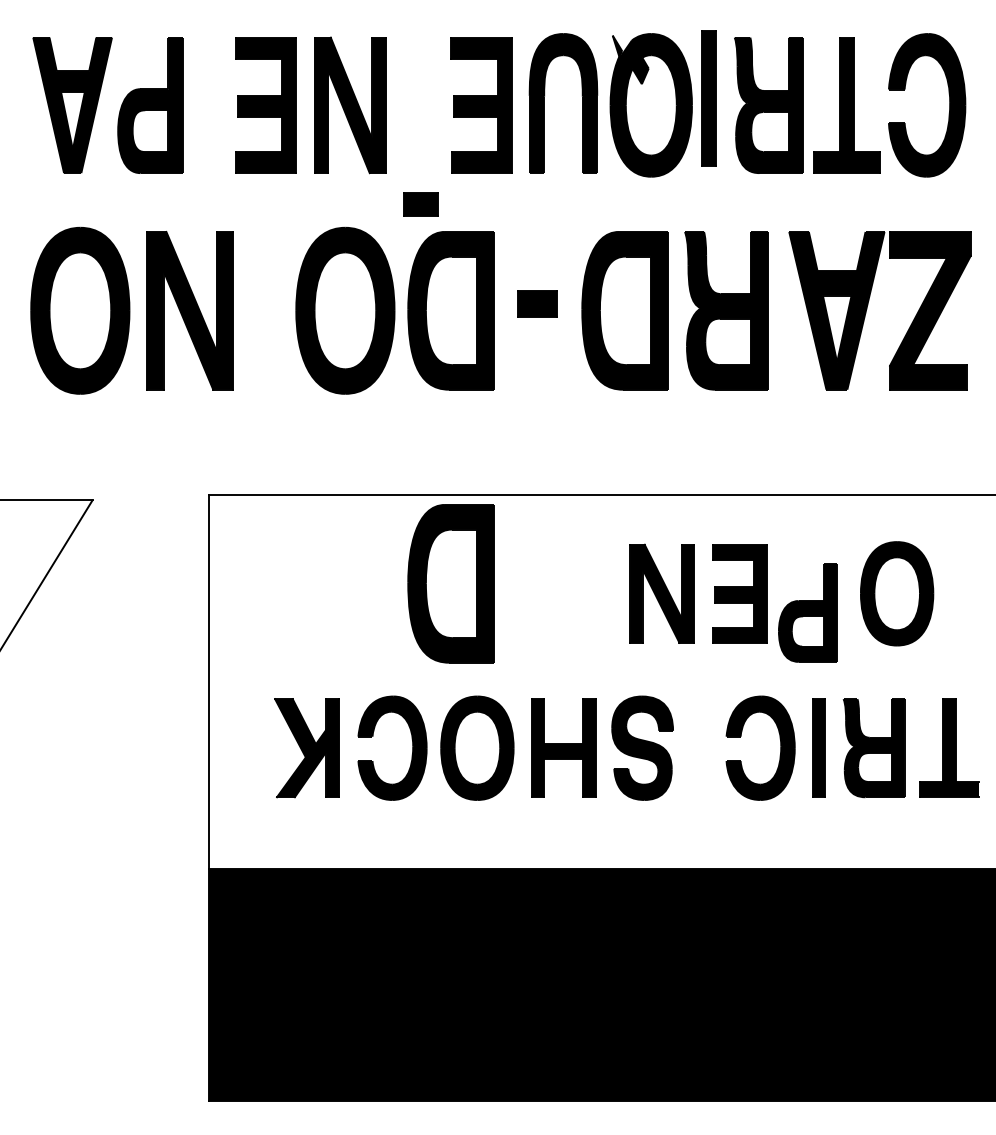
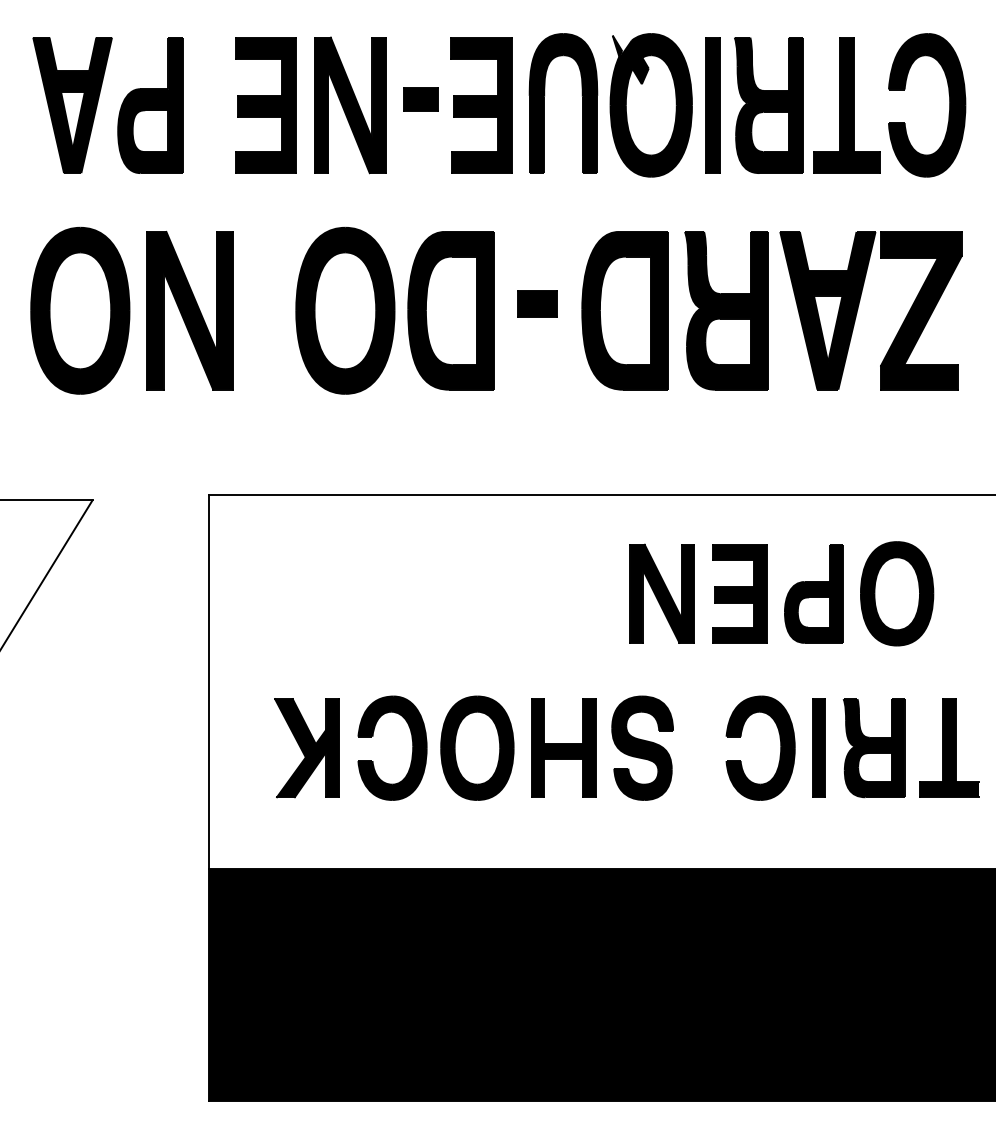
part at (708, 98) position: (708, 98) -> (712, 105)
part at (420, 204) position: (420, 204) -> (420, 99)
part at (867, 309) position: (867, 309) -> (858, 309)
part at (450, 583): present -> none
part at (807, 612) position: (807, 612) -> (813, 593)
